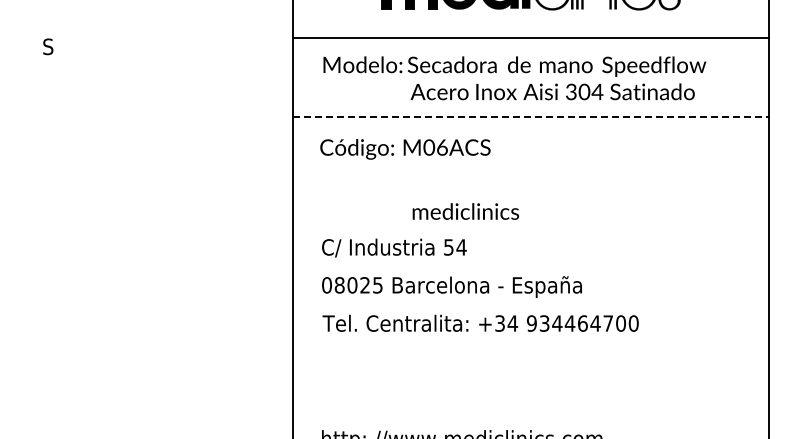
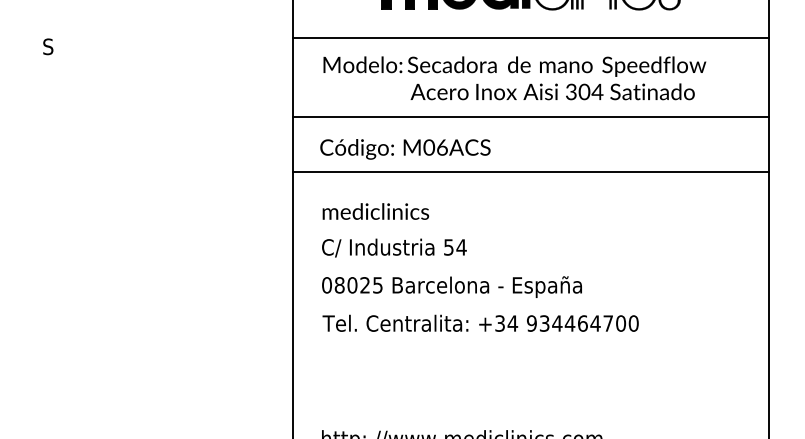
line at (530, 117): dashed -> solid
line at (530, 171): none -> present
text at (465, 211) position: (465, 211) -> (375, 211)
